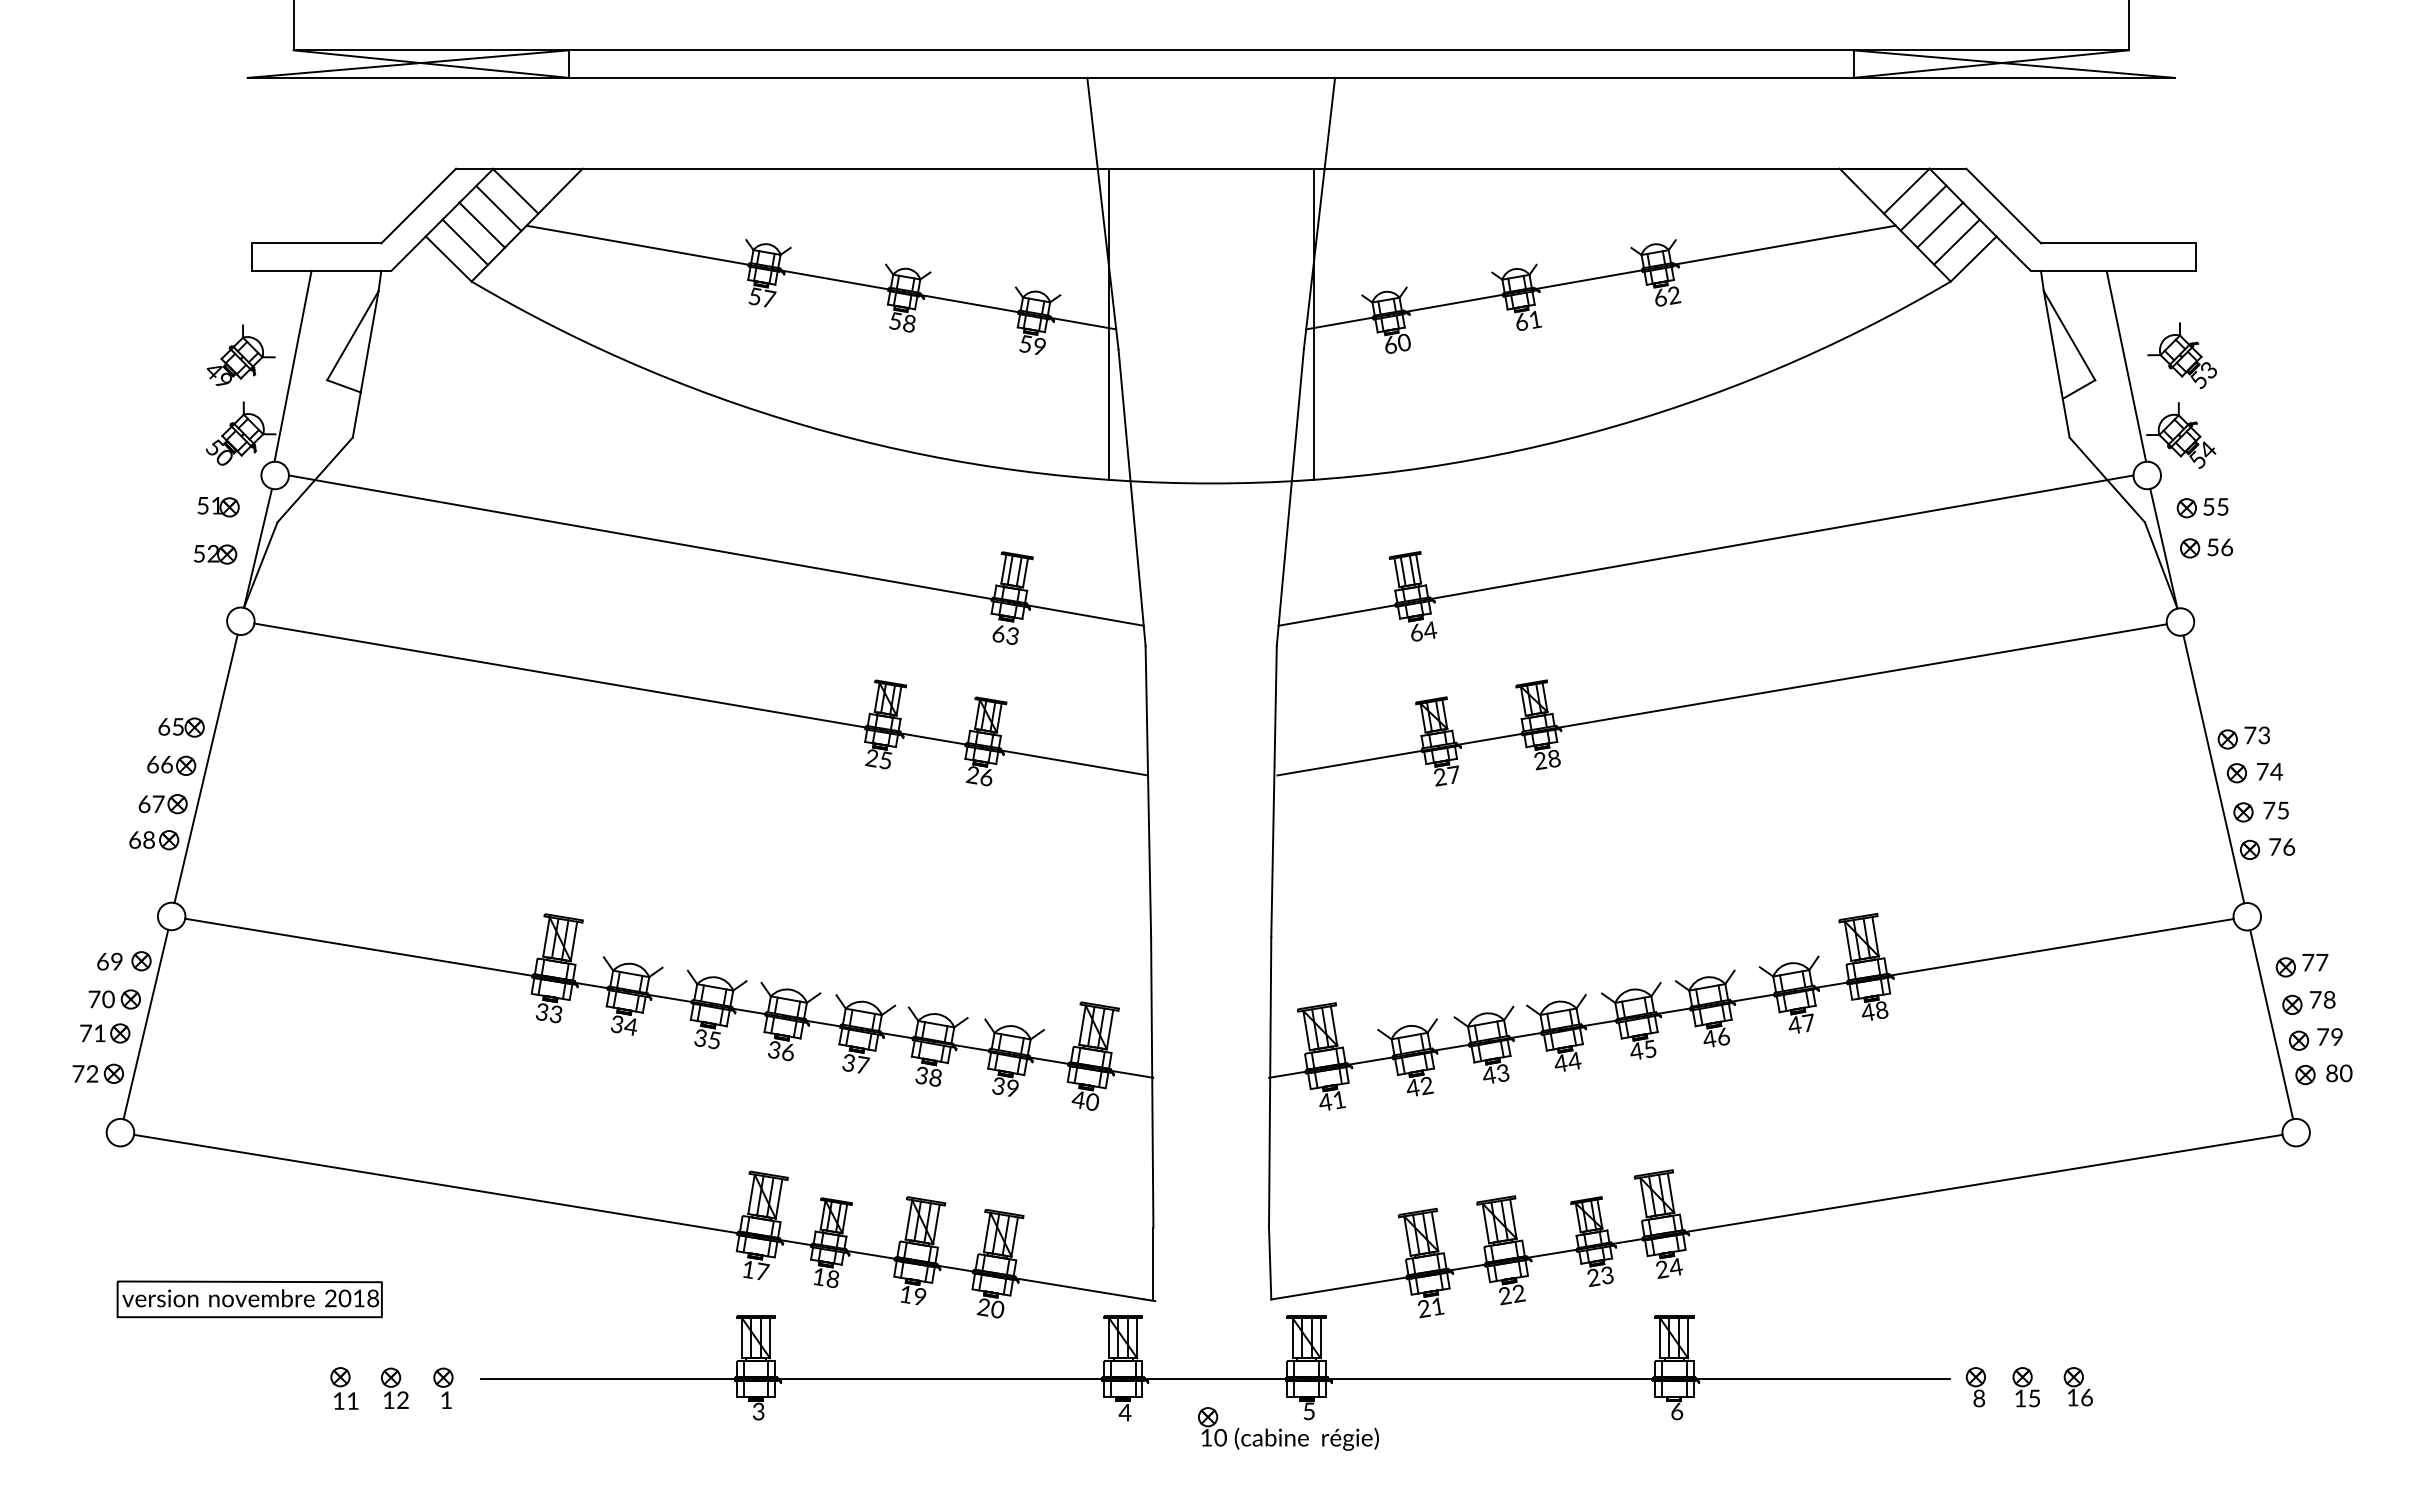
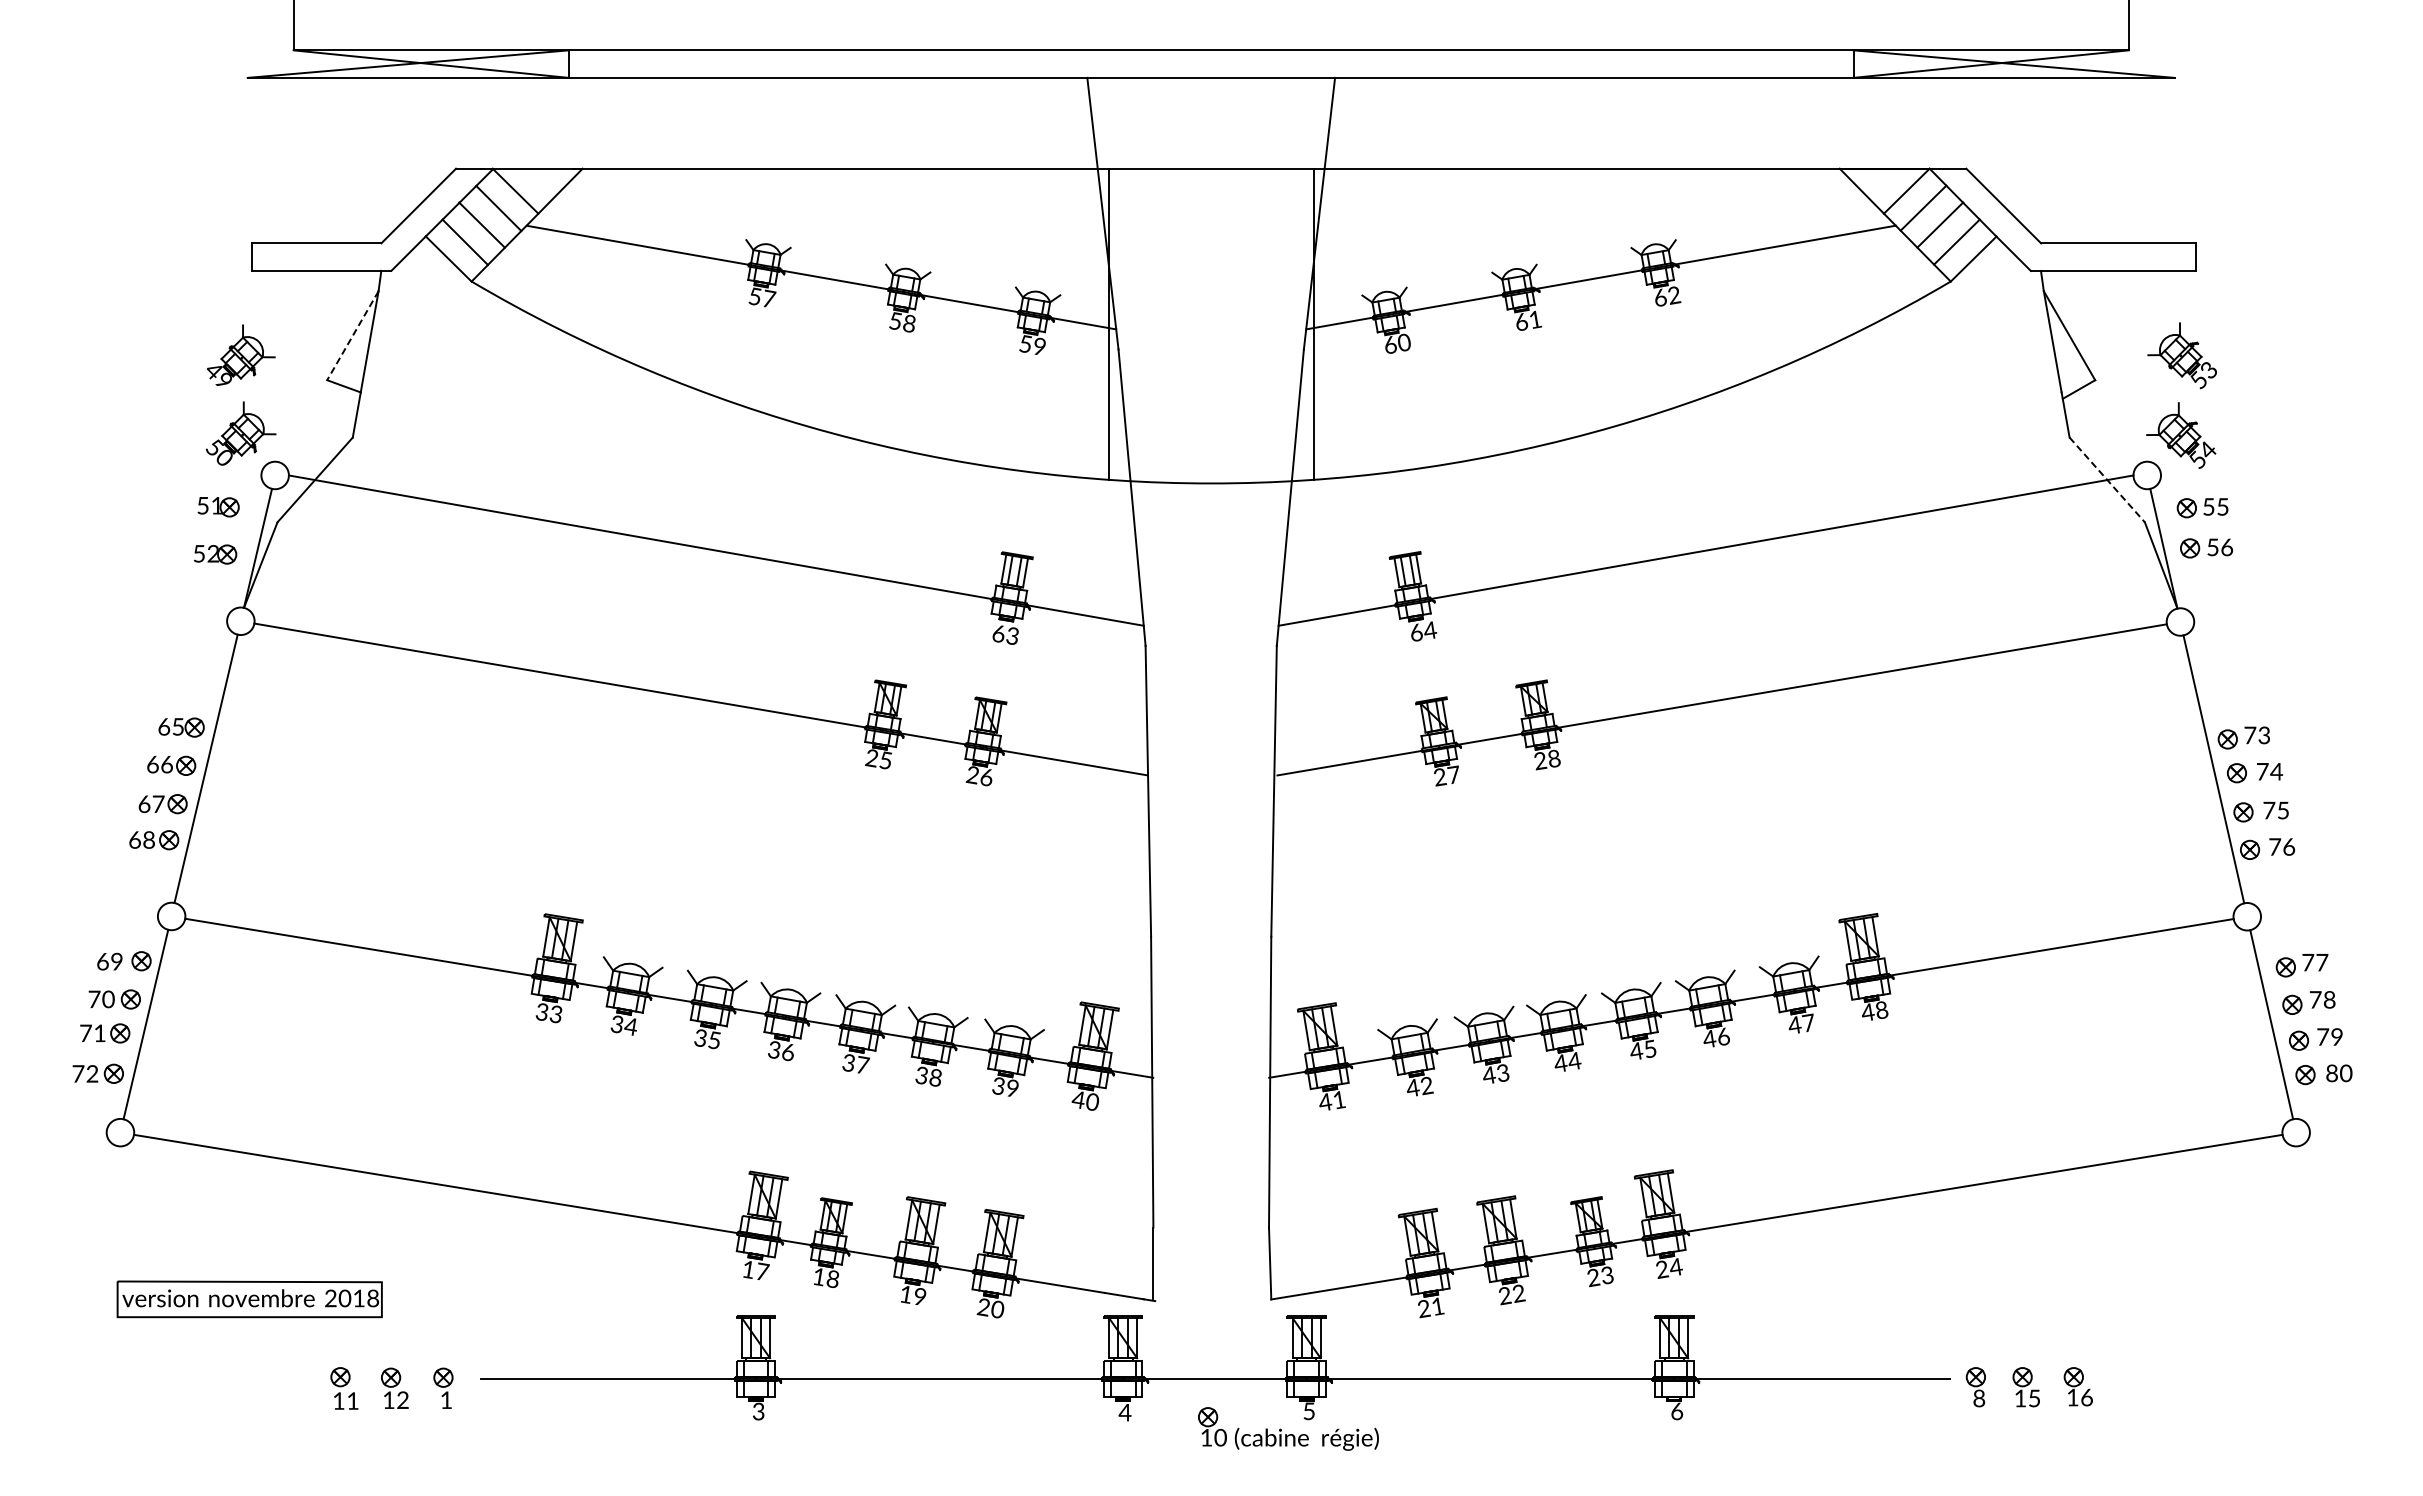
line at (352, 336): solid -> dashed
line at (292, 365): present -> none
line at (2126, 365): present -> none
line at (2107, 479): solid -> dashed
